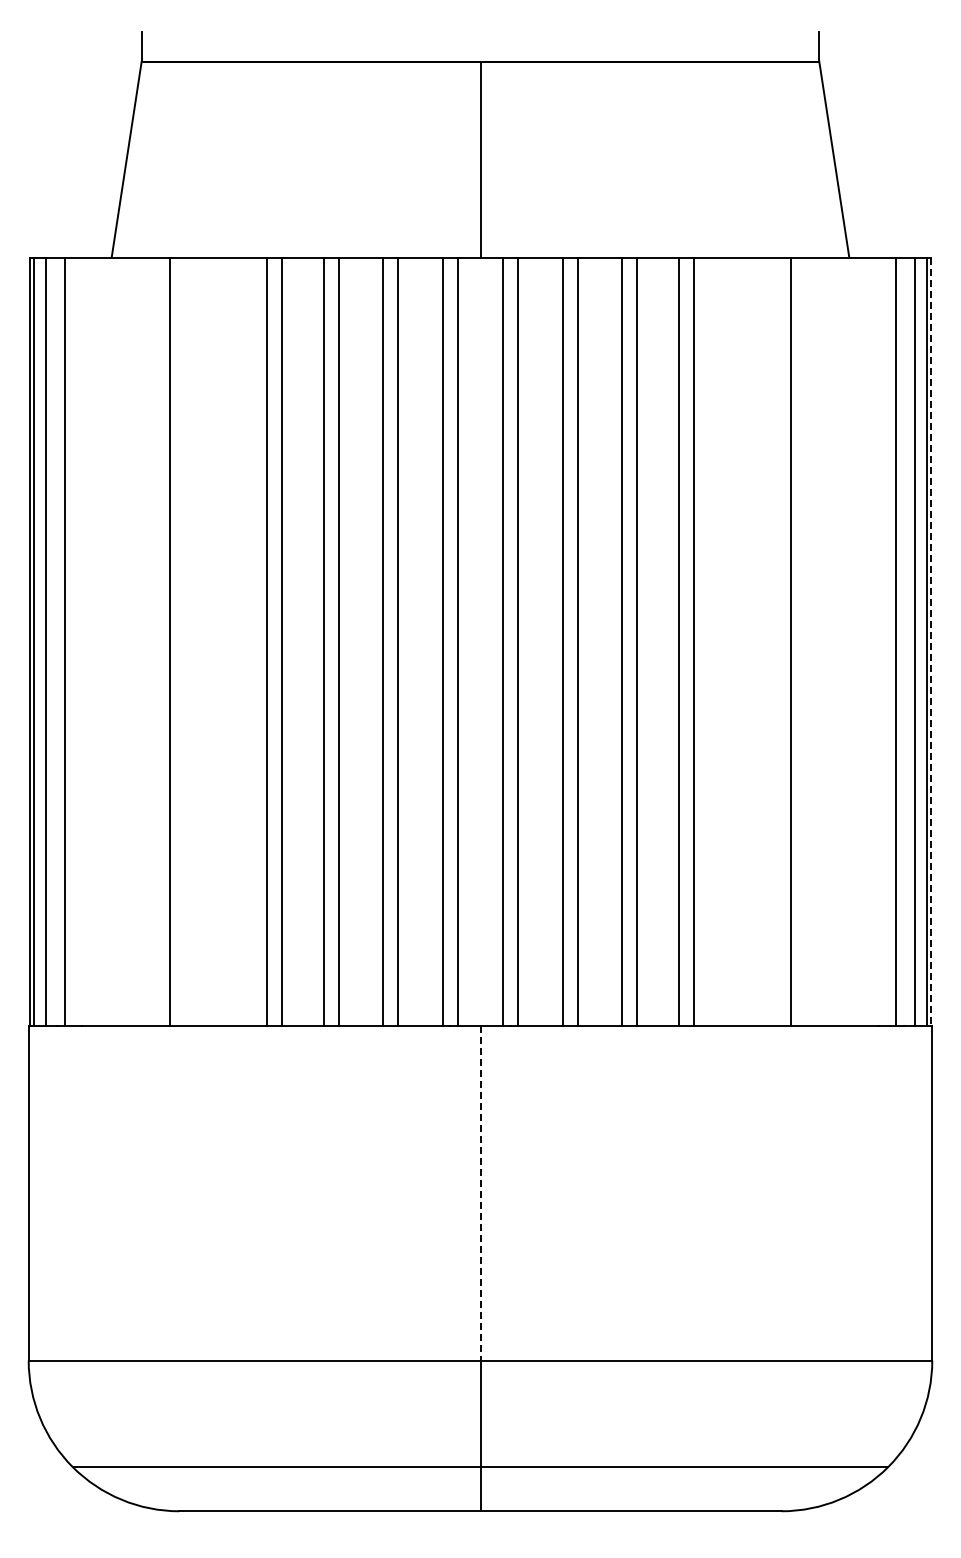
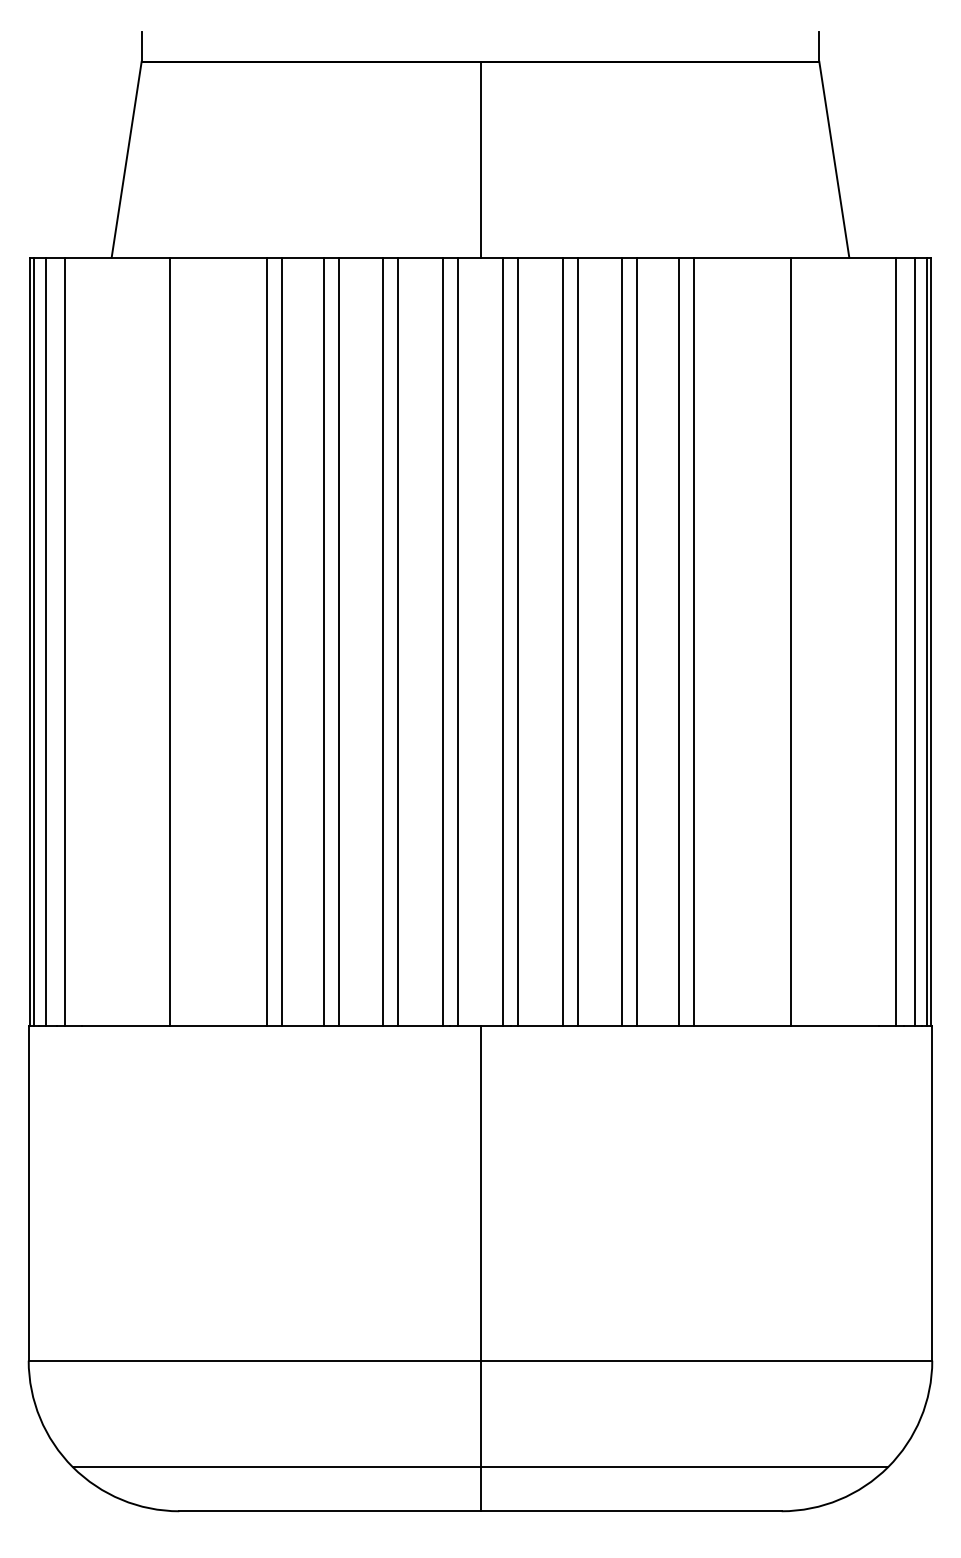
line at (931, 642): dashed -> solid
line at (480, 1193): dashed -> solid
